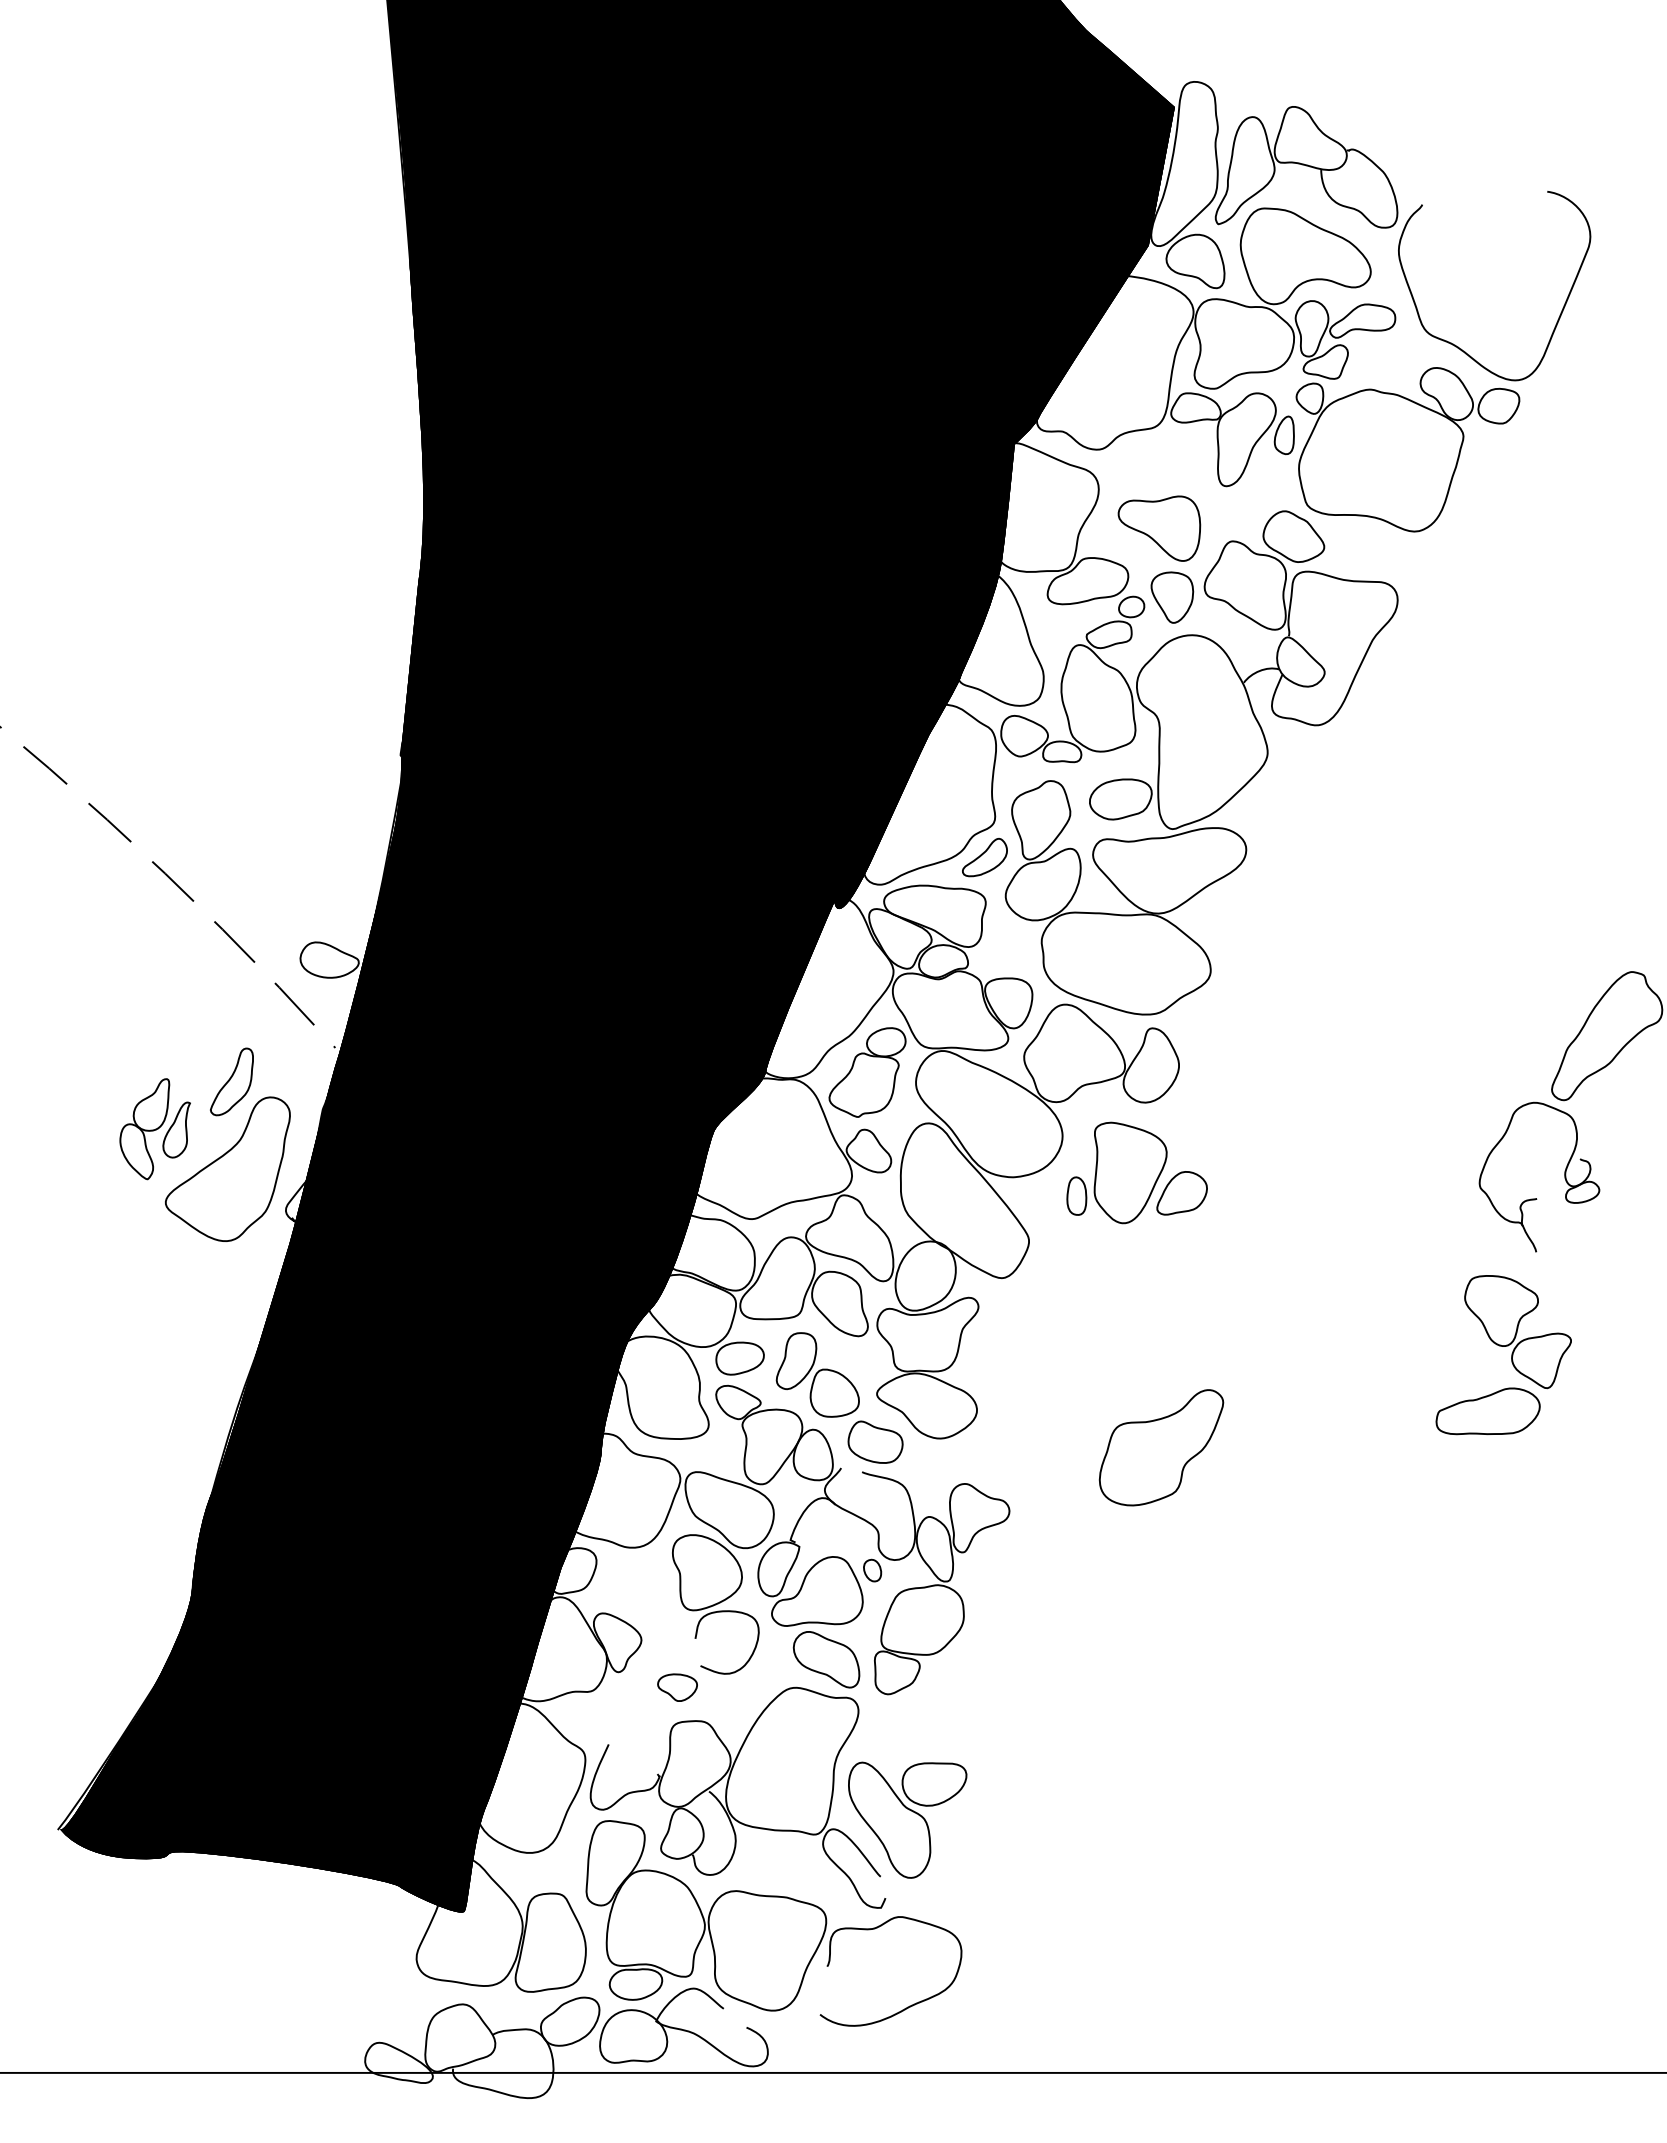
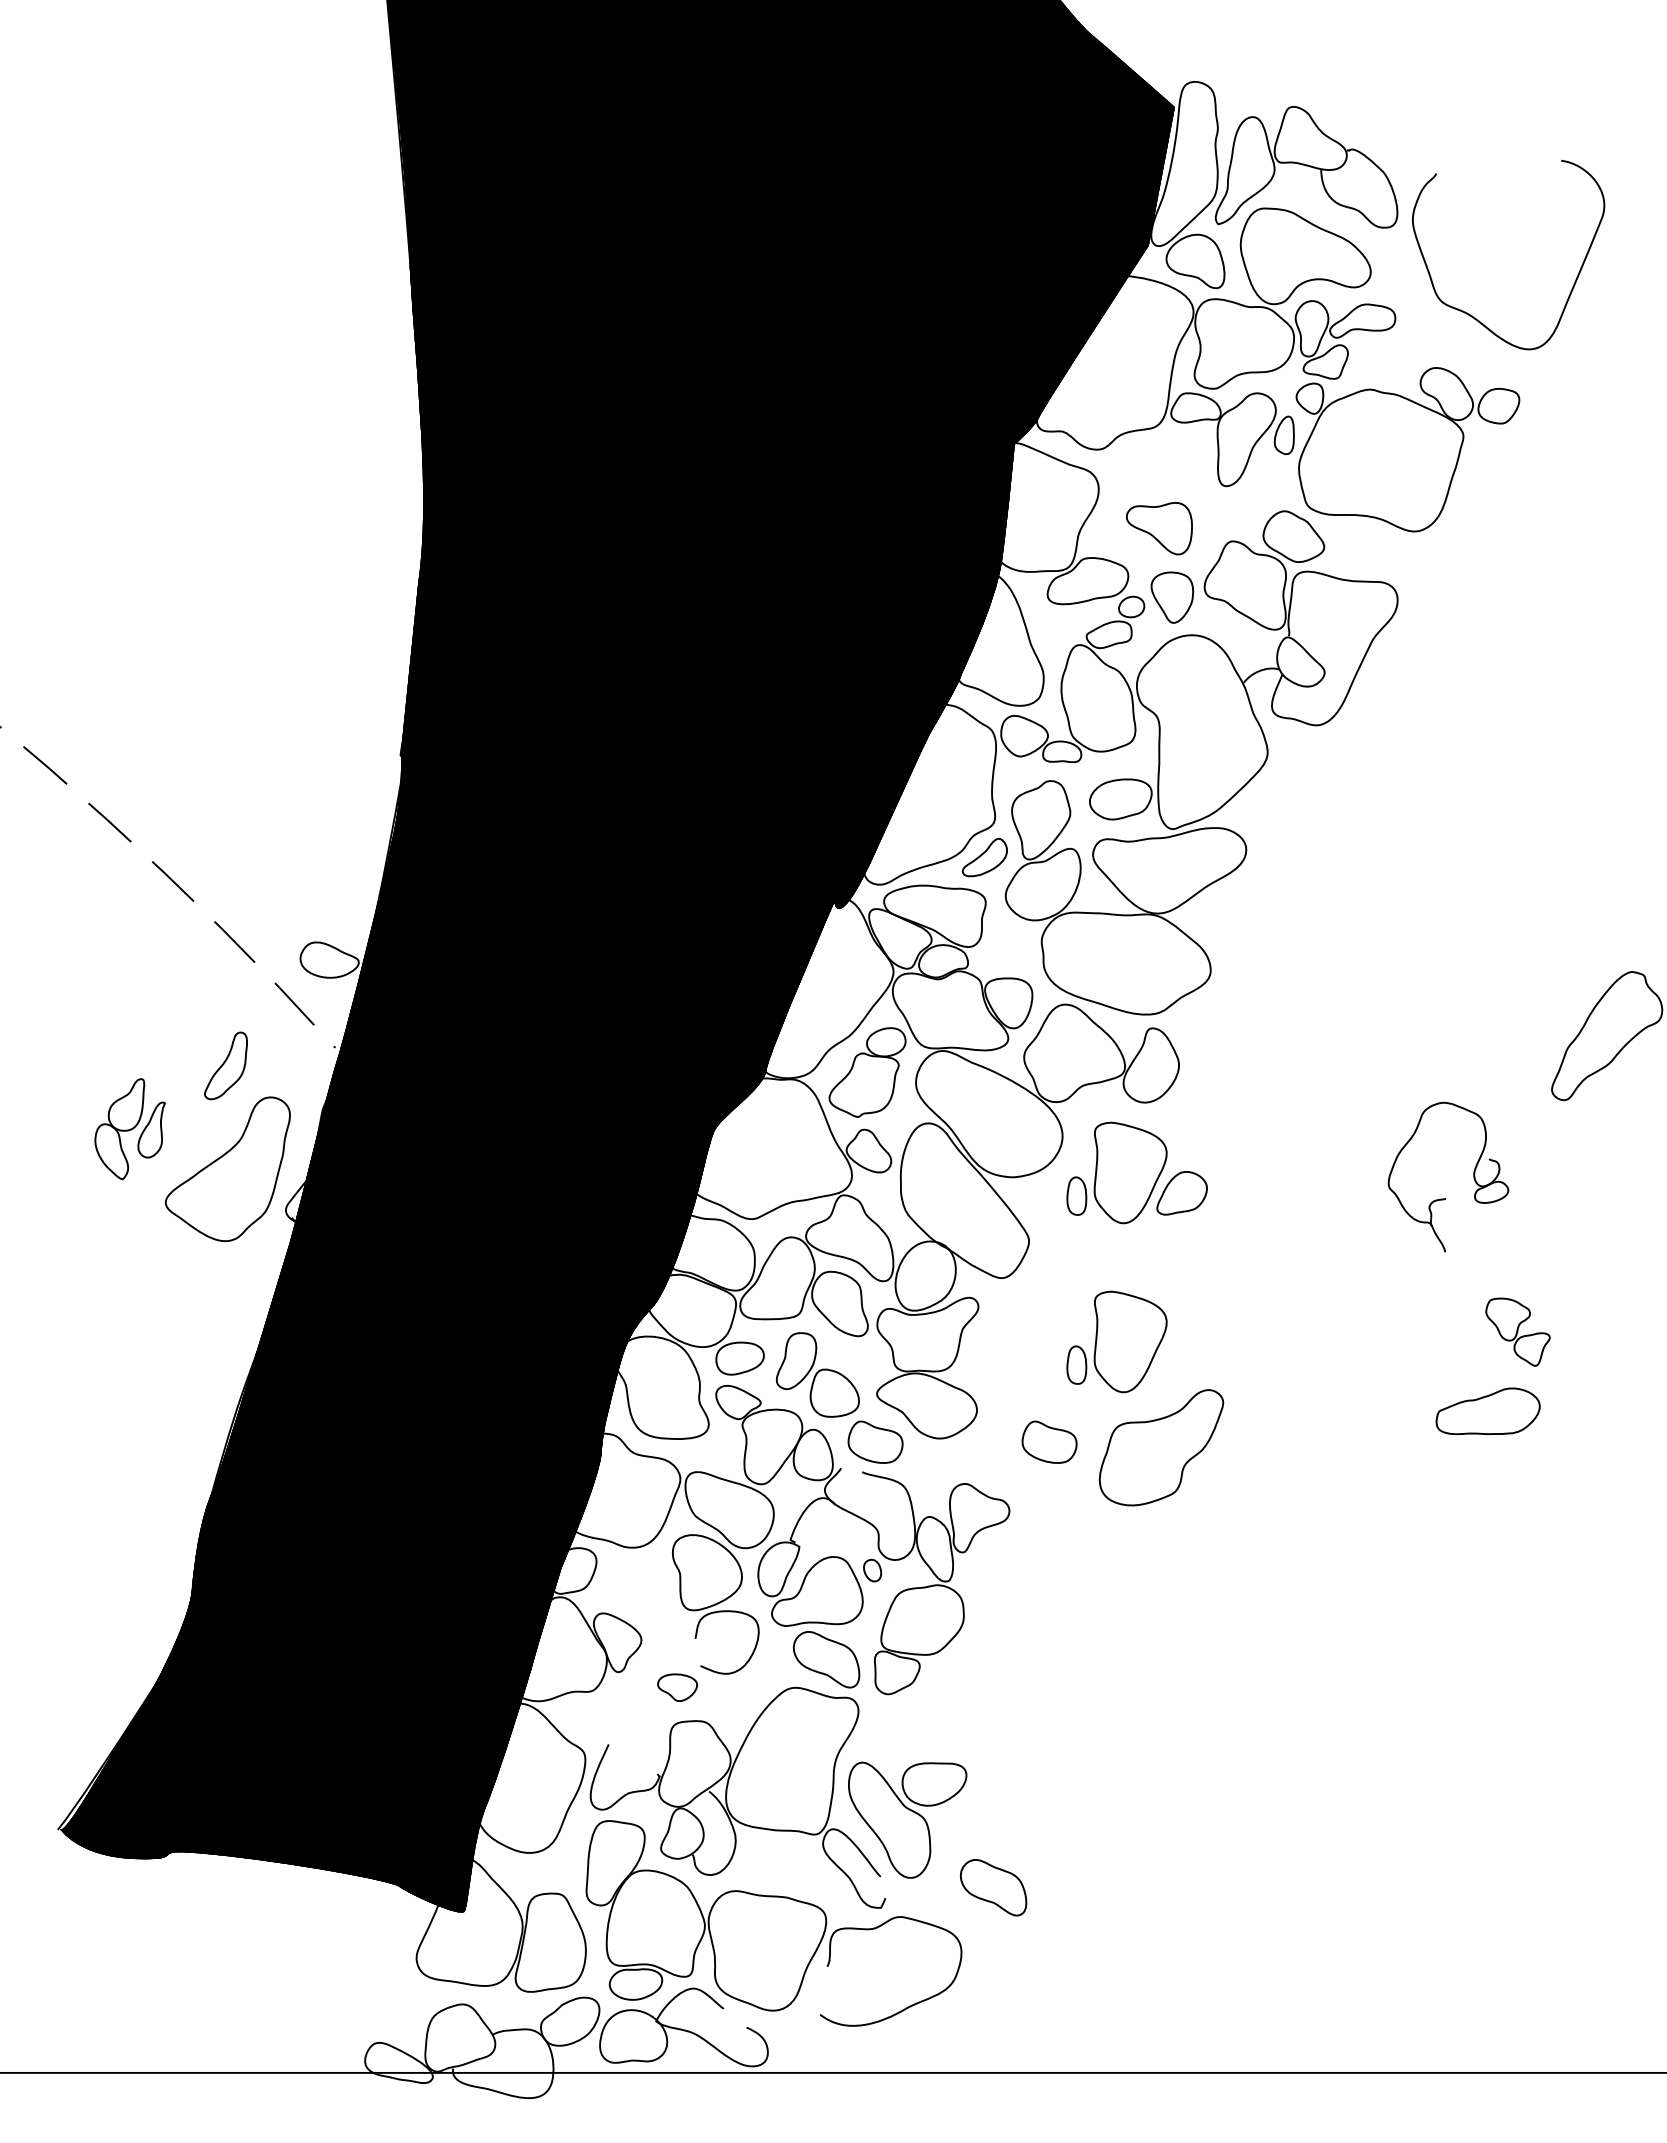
curve at (1455, 344) position: (1455, 344) -> (1469, 313)
part at (1159, 528) size: 85x67 px -> 67x54 px
part at (231, 1081) position: (231, 1081) -> (225, 1065)
part at (154, 1129) position: (154, 1129) -> (129, 1129)
part at (1536, 1198) position: (1536, 1198) -> (1445, 1198)
part at (1517, 1332) size: 108x115 px -> 66x70 px
part at (1116, 1341): none -> present
part at (1049, 1441): none -> present
part at (993, 1887): none -> present
